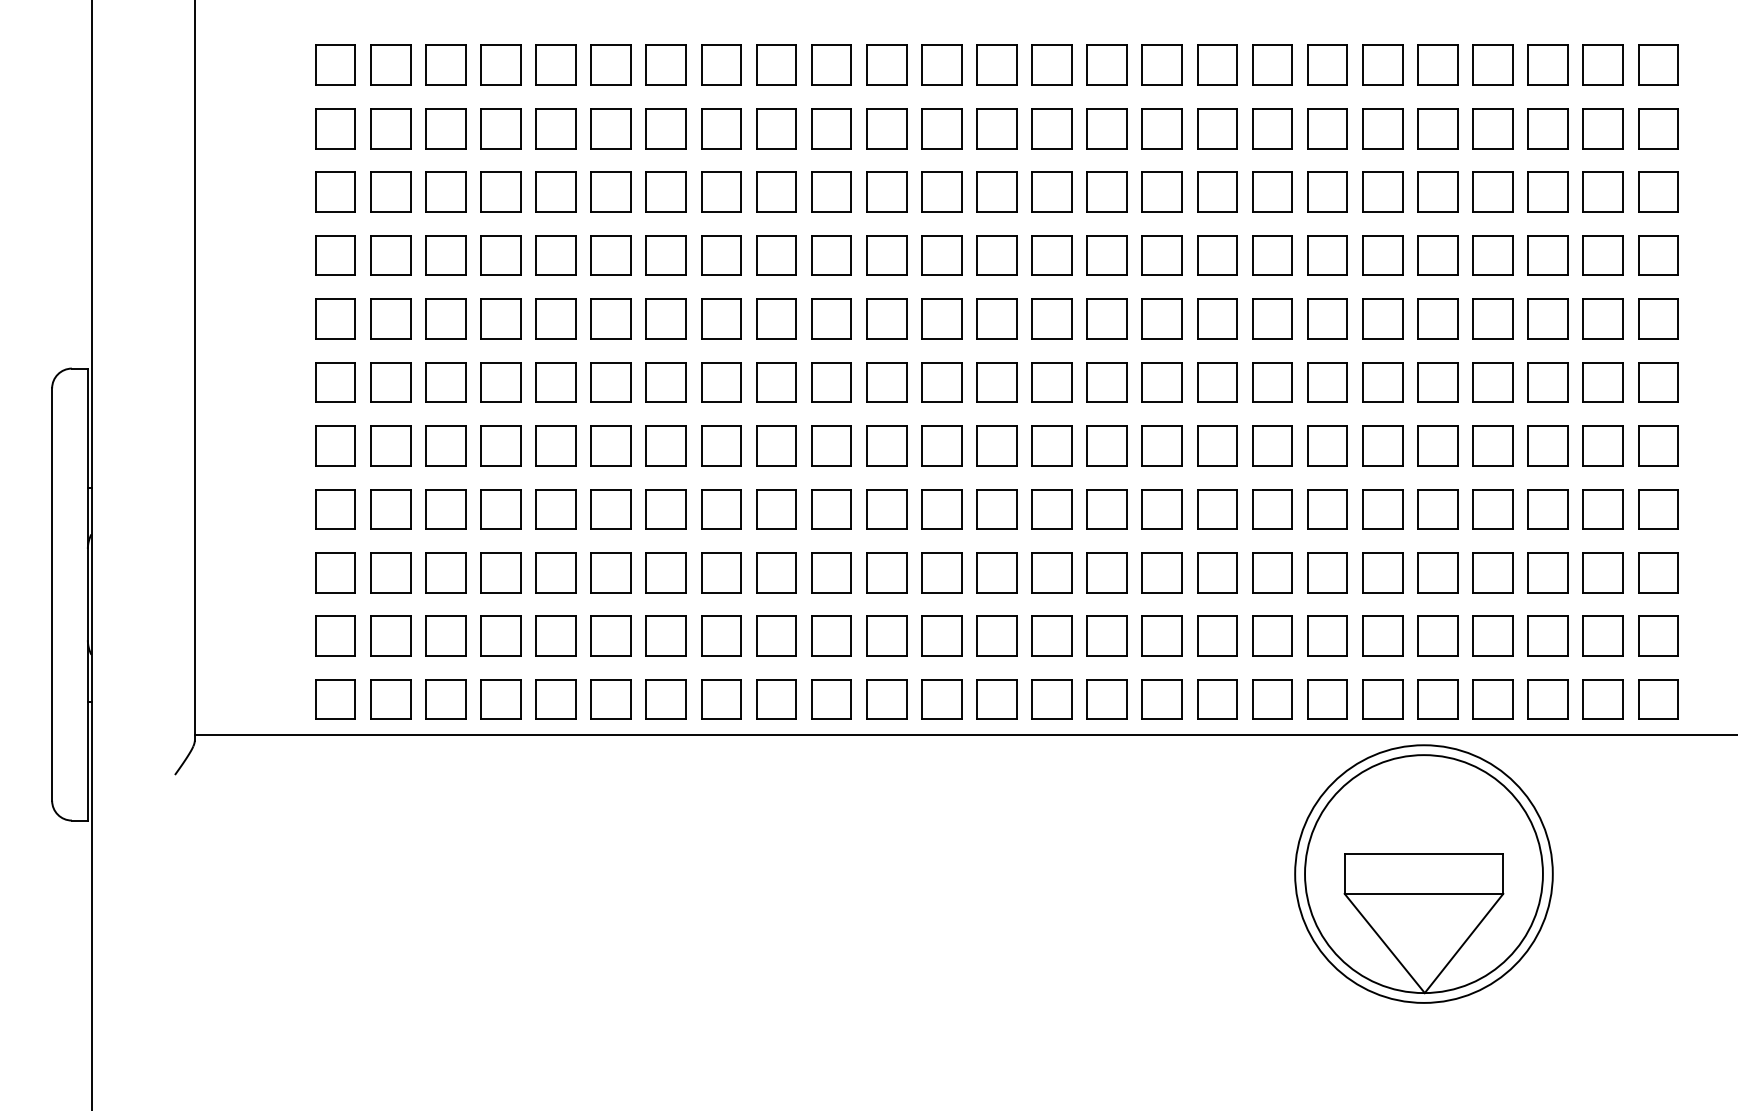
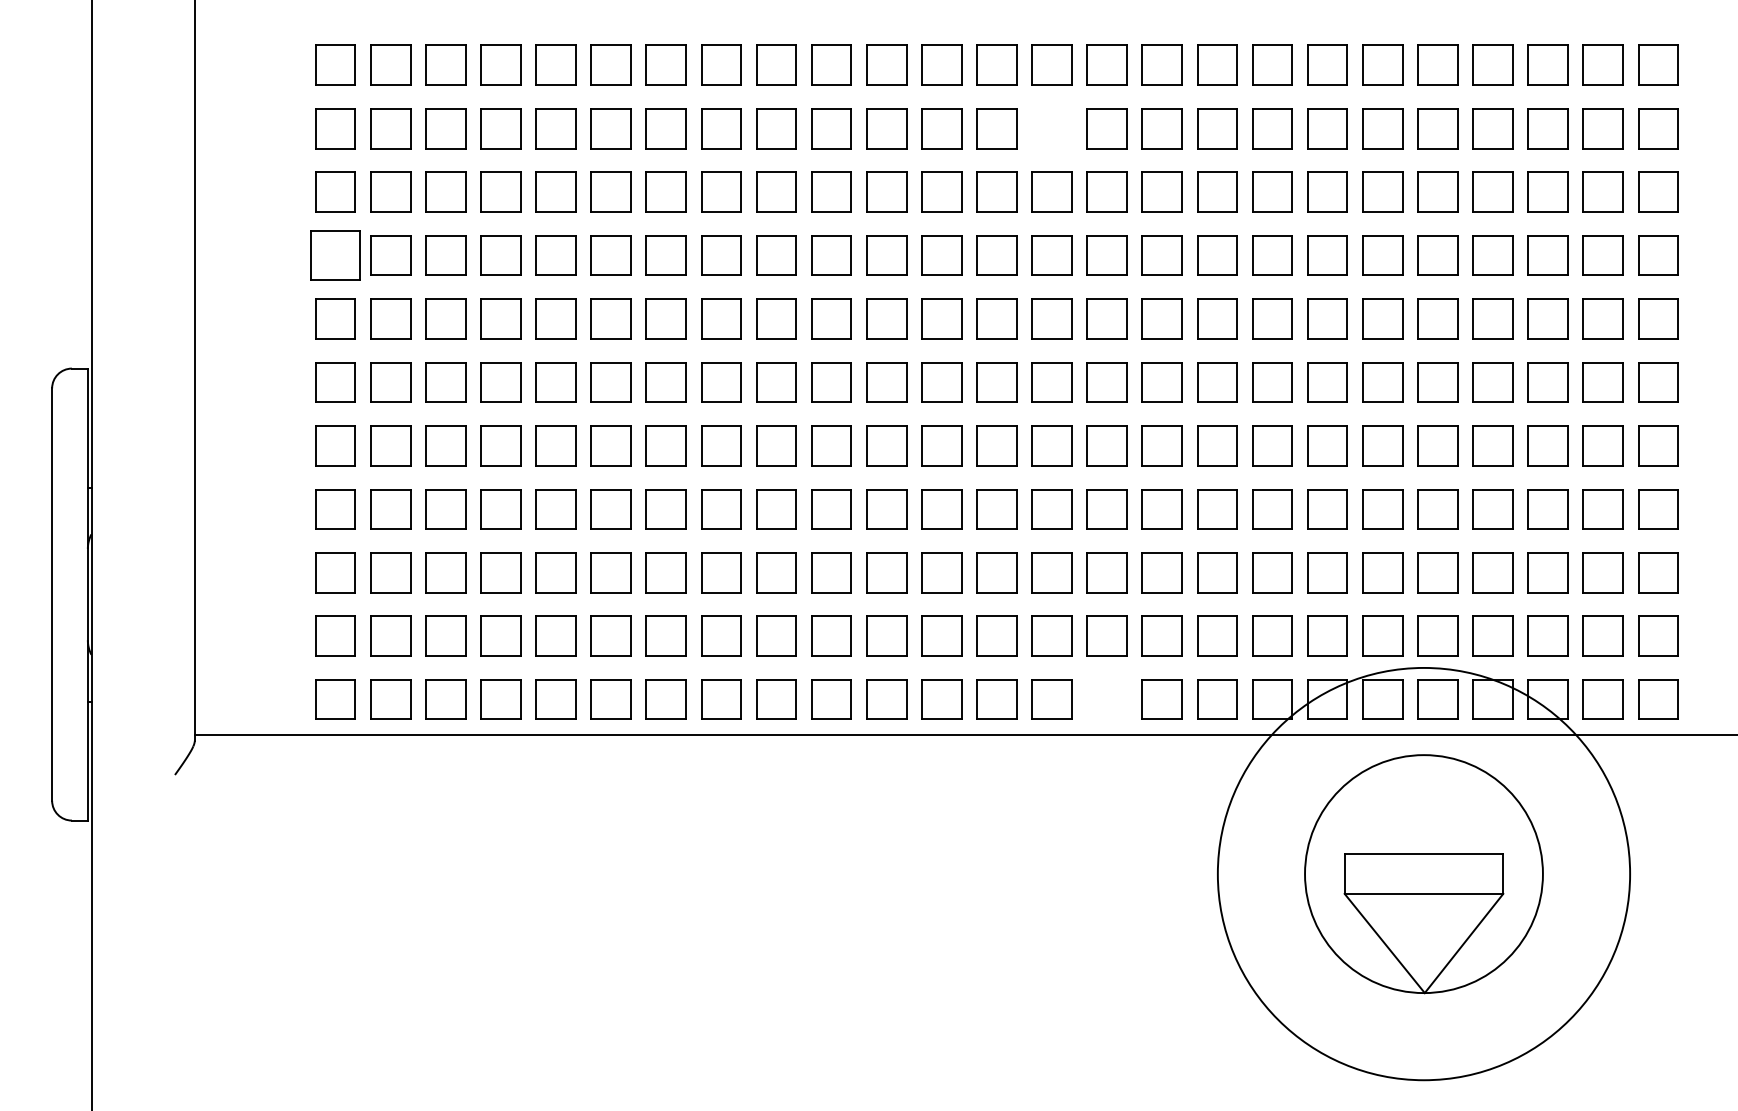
part at (1051, 128): present -> none
part at (335, 255) size: 41x41 px -> 51x51 px
part at (1106, 699): present -> none
circle at (1423, 873) diameter: 258 px -> 412 px
